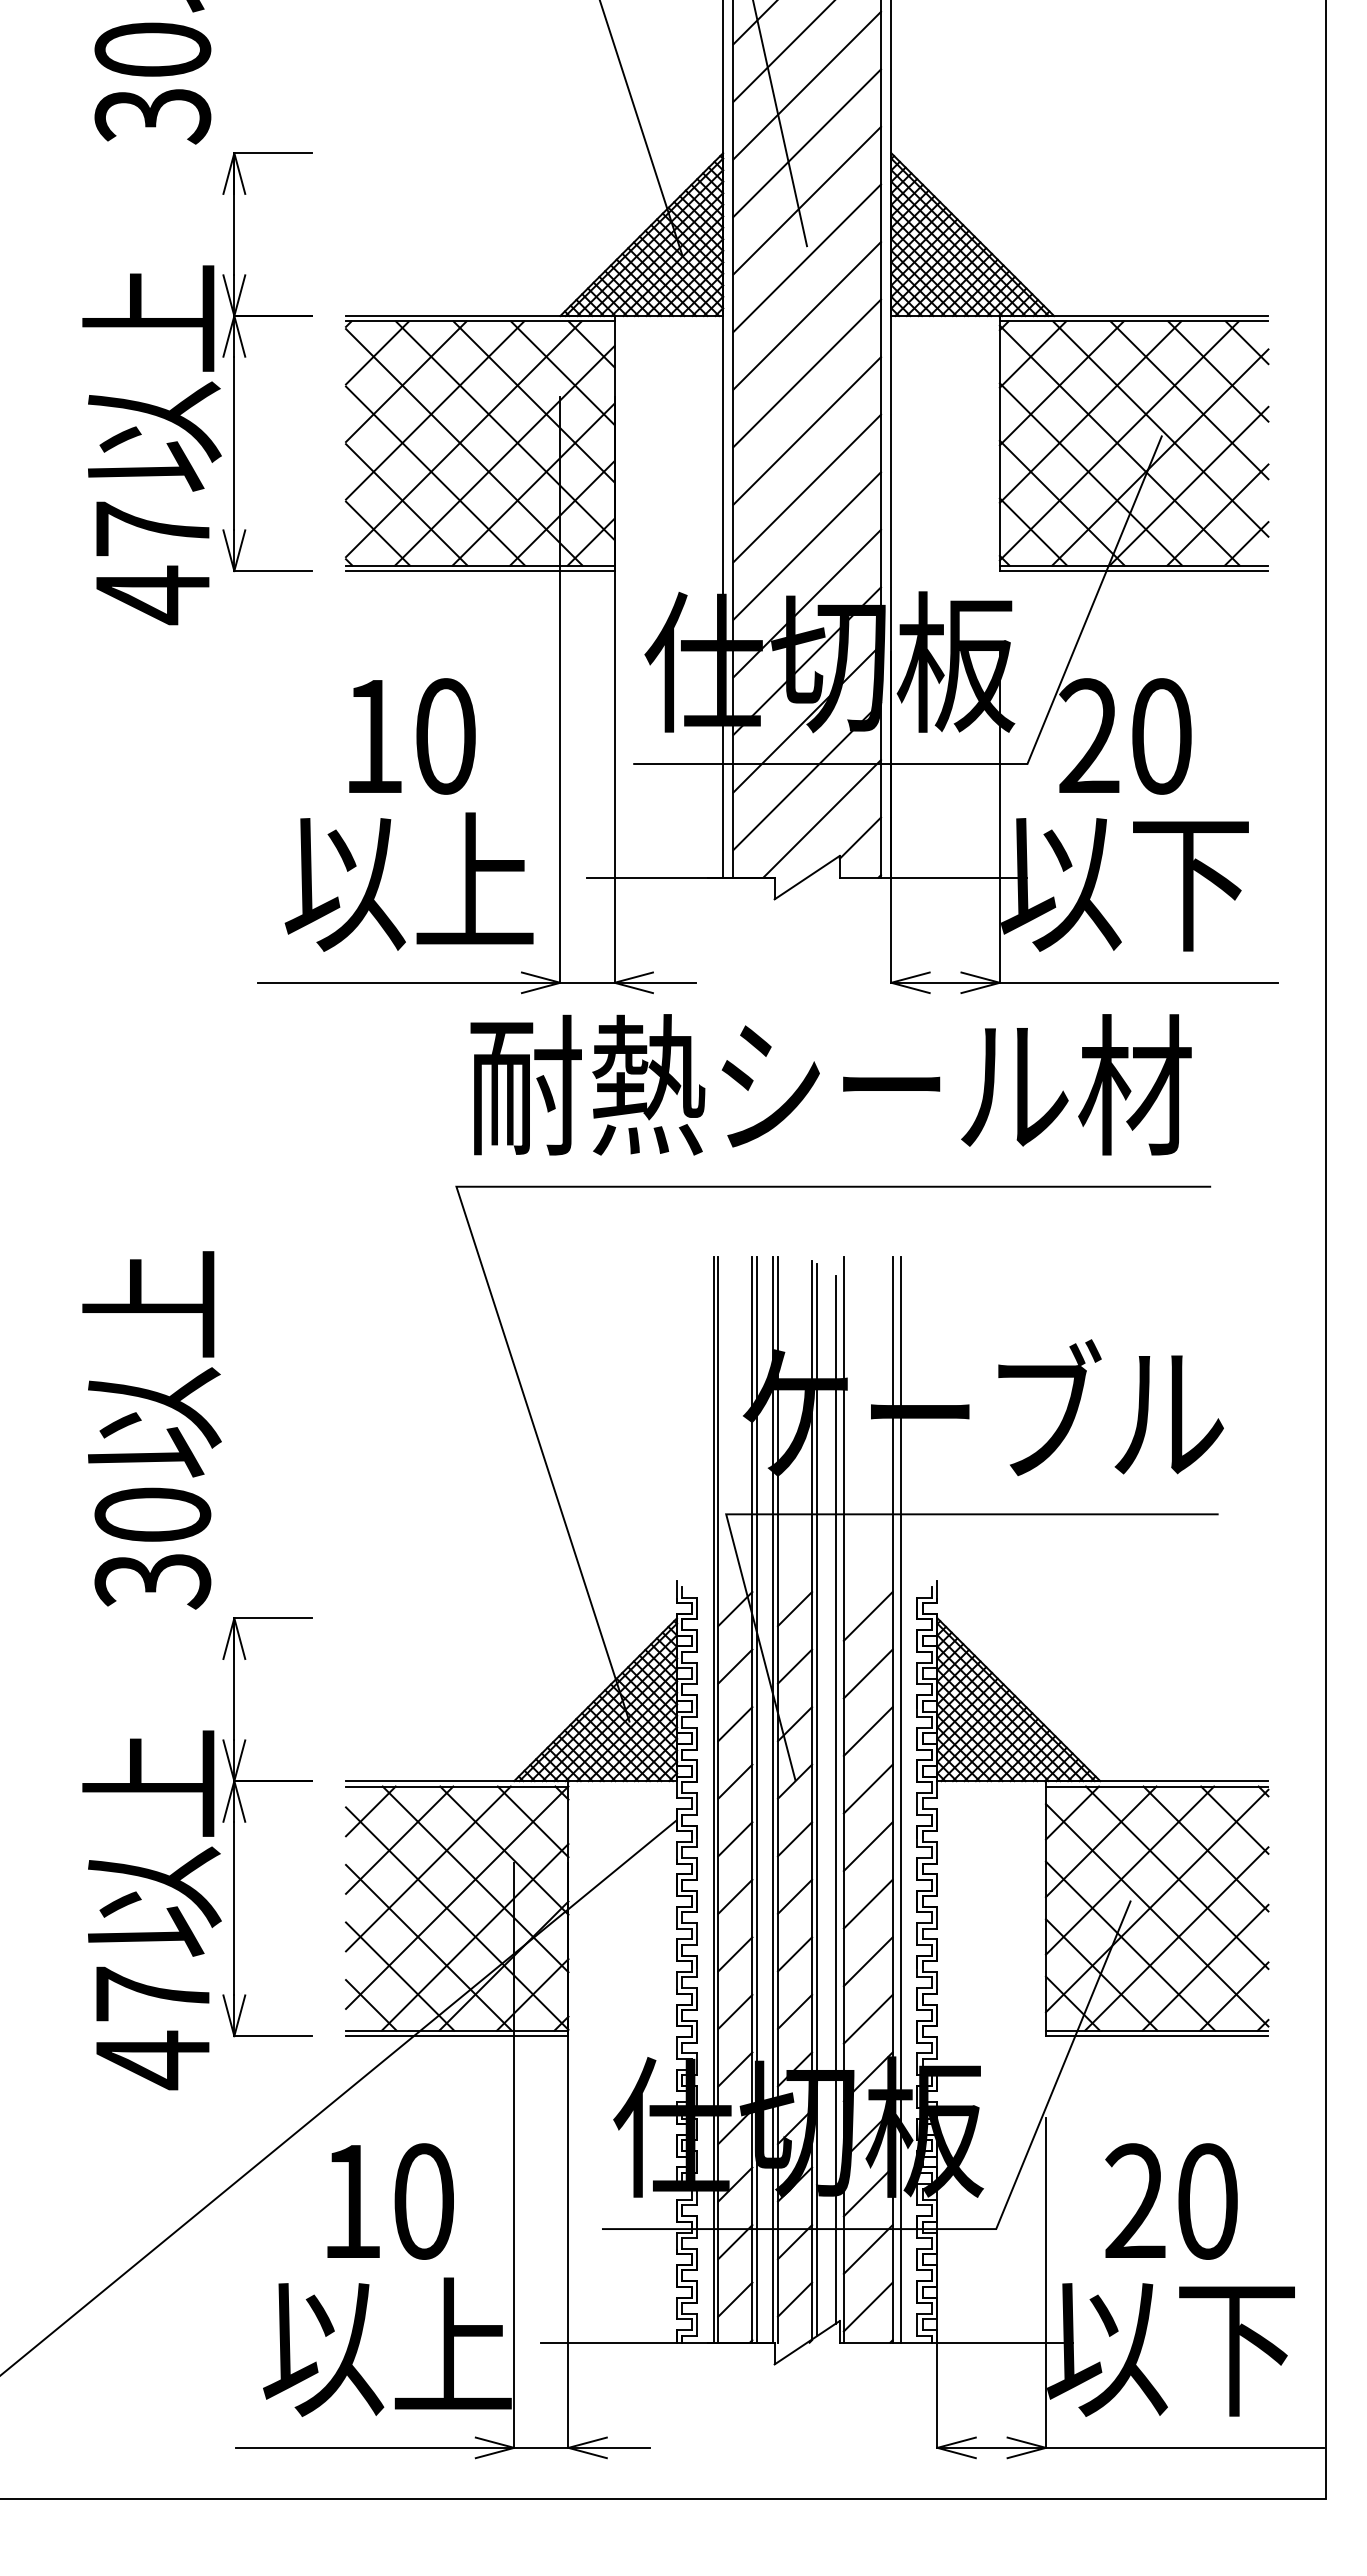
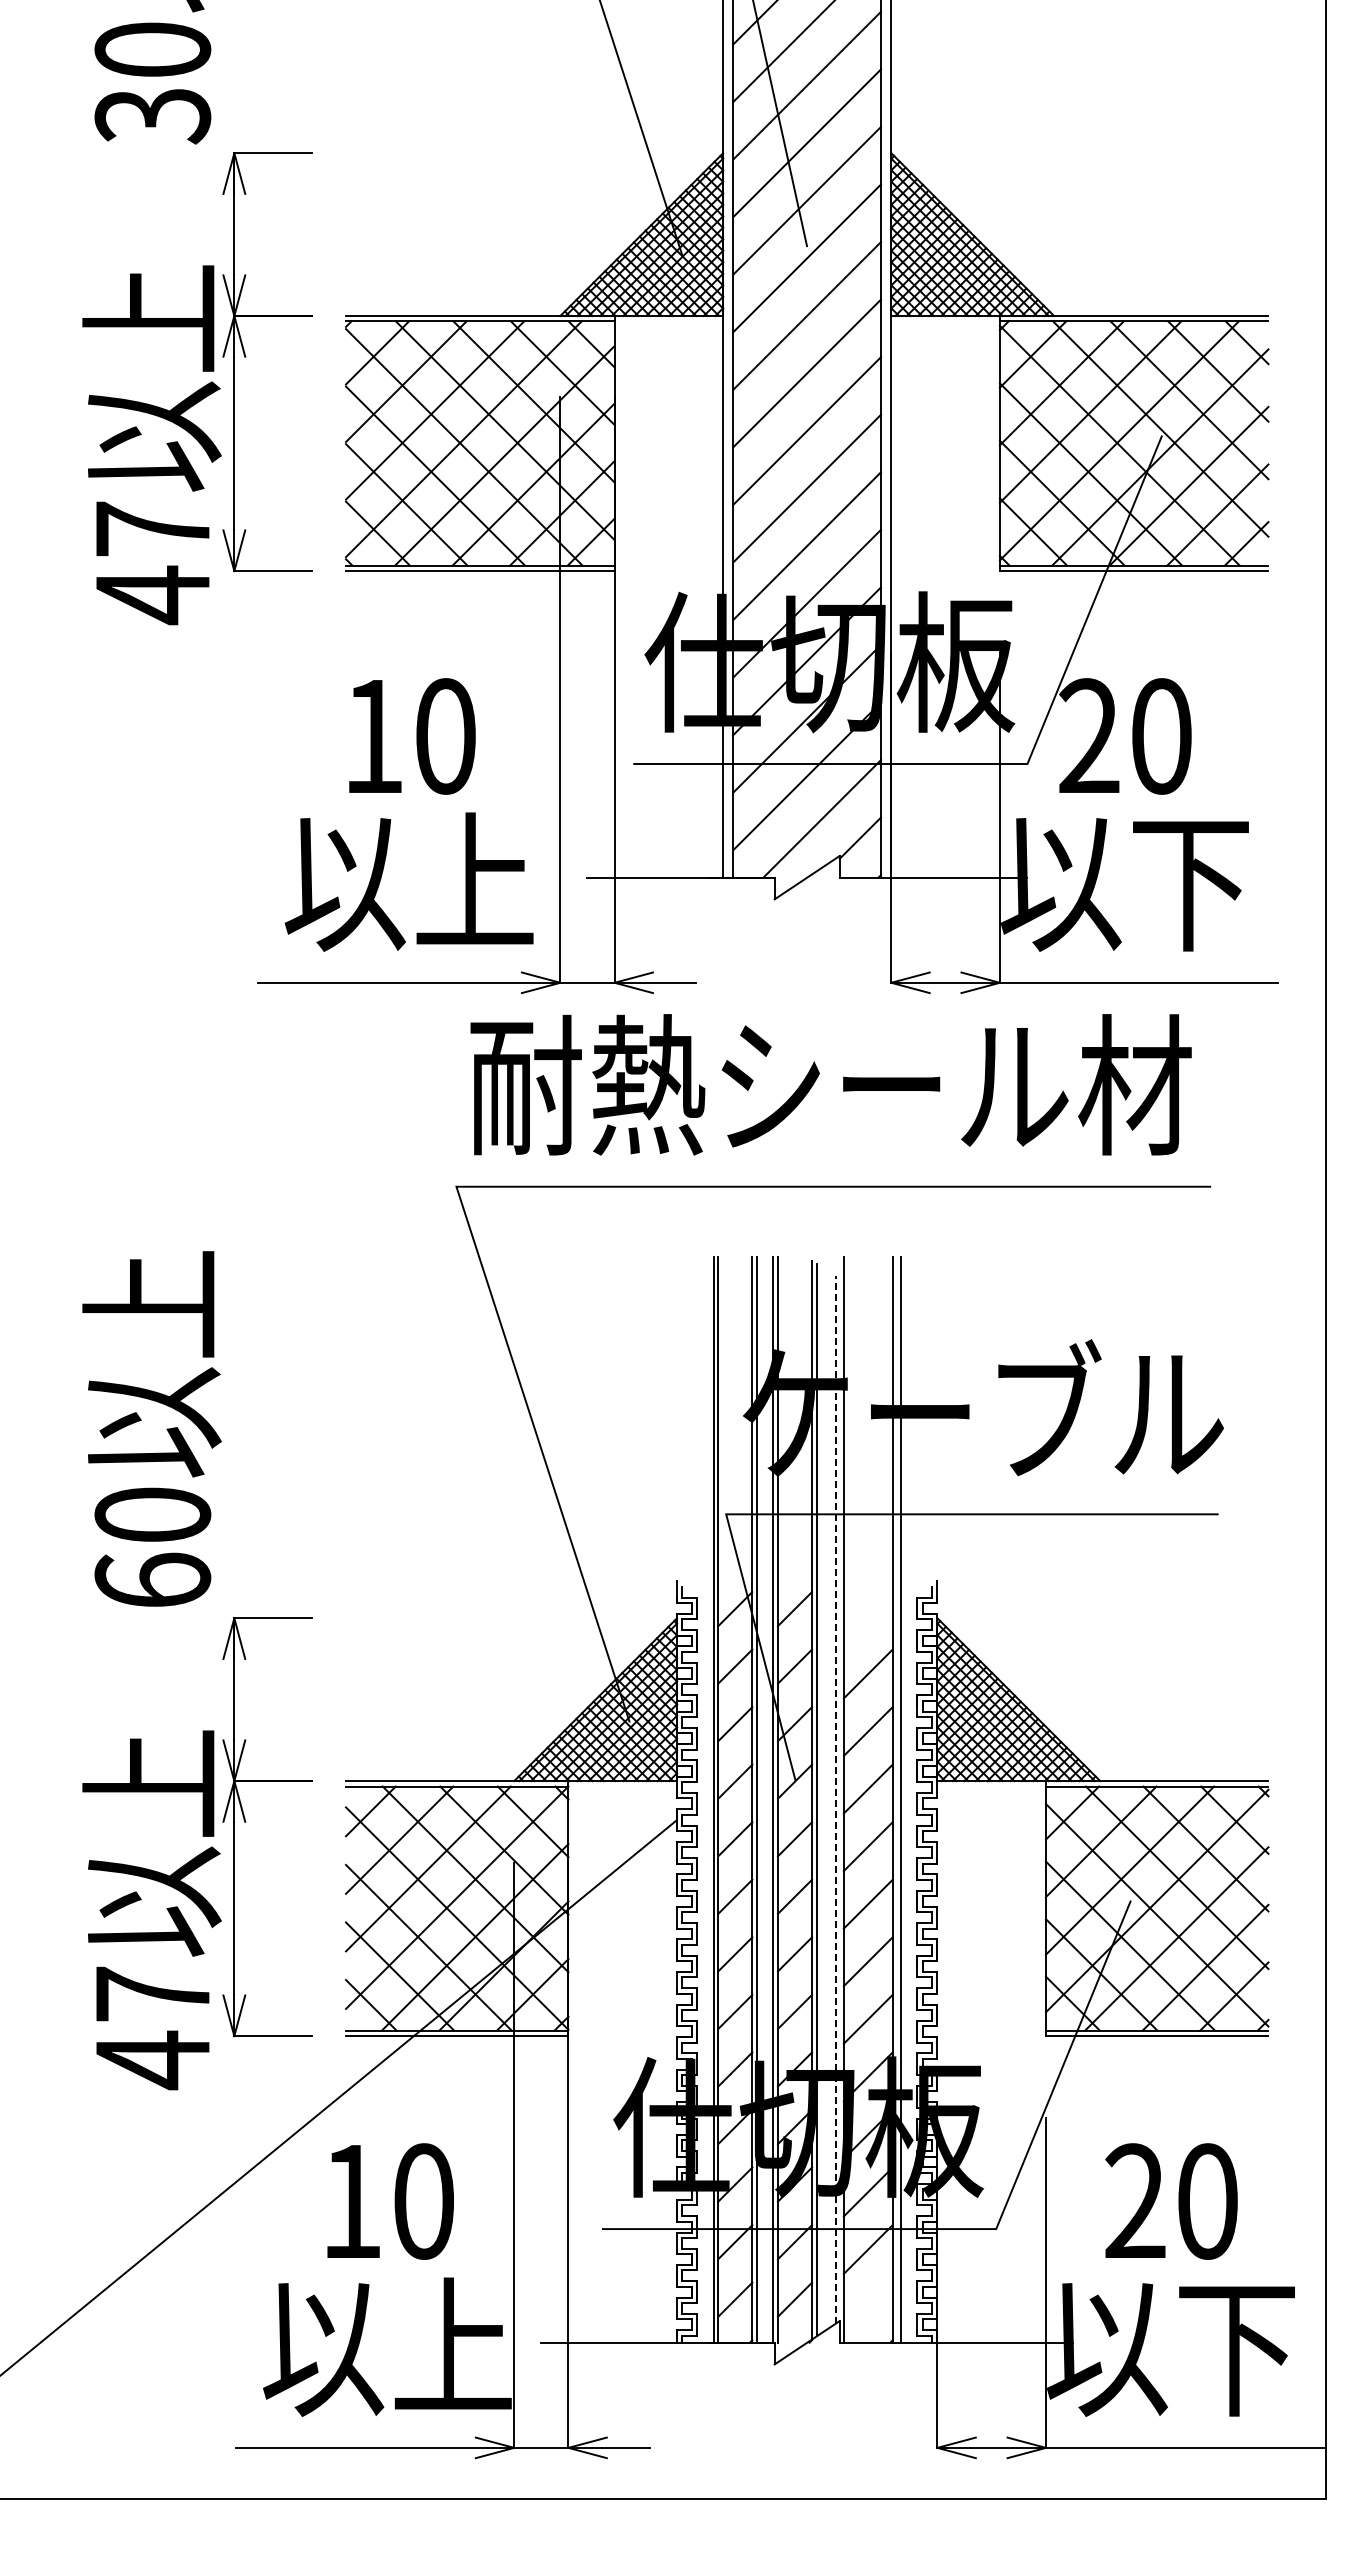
text at (152, 1580): 30 -> 60
line at (867, 1616): present -> none
line at (835, 1800): solid -> dashed
line at (867, 2306): present -> none
